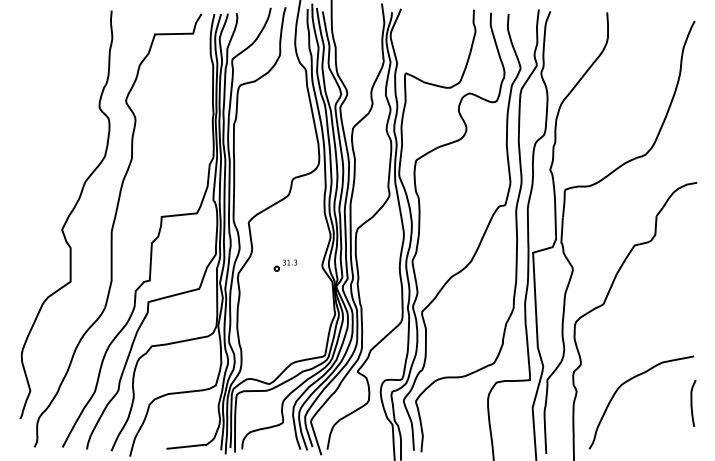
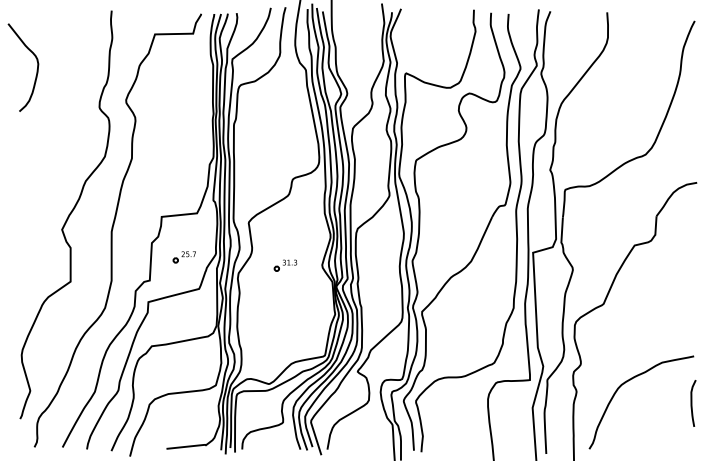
curve at (36, 69): none -> present
part at (183, 257): none -> present
